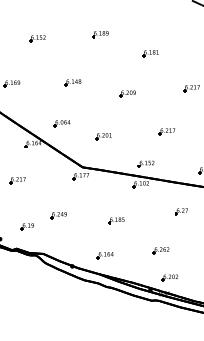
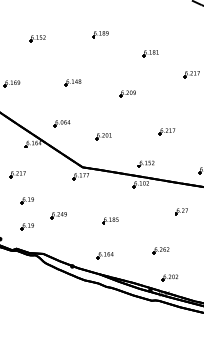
part at (191, 88) position: (191, 88) -> (191, 74)
part at (17, 180) position: (17, 180) -> (17, 174)
part at (26, 200): none -> present
part at (116, 220) position: (116, 220) -> (110, 220)
